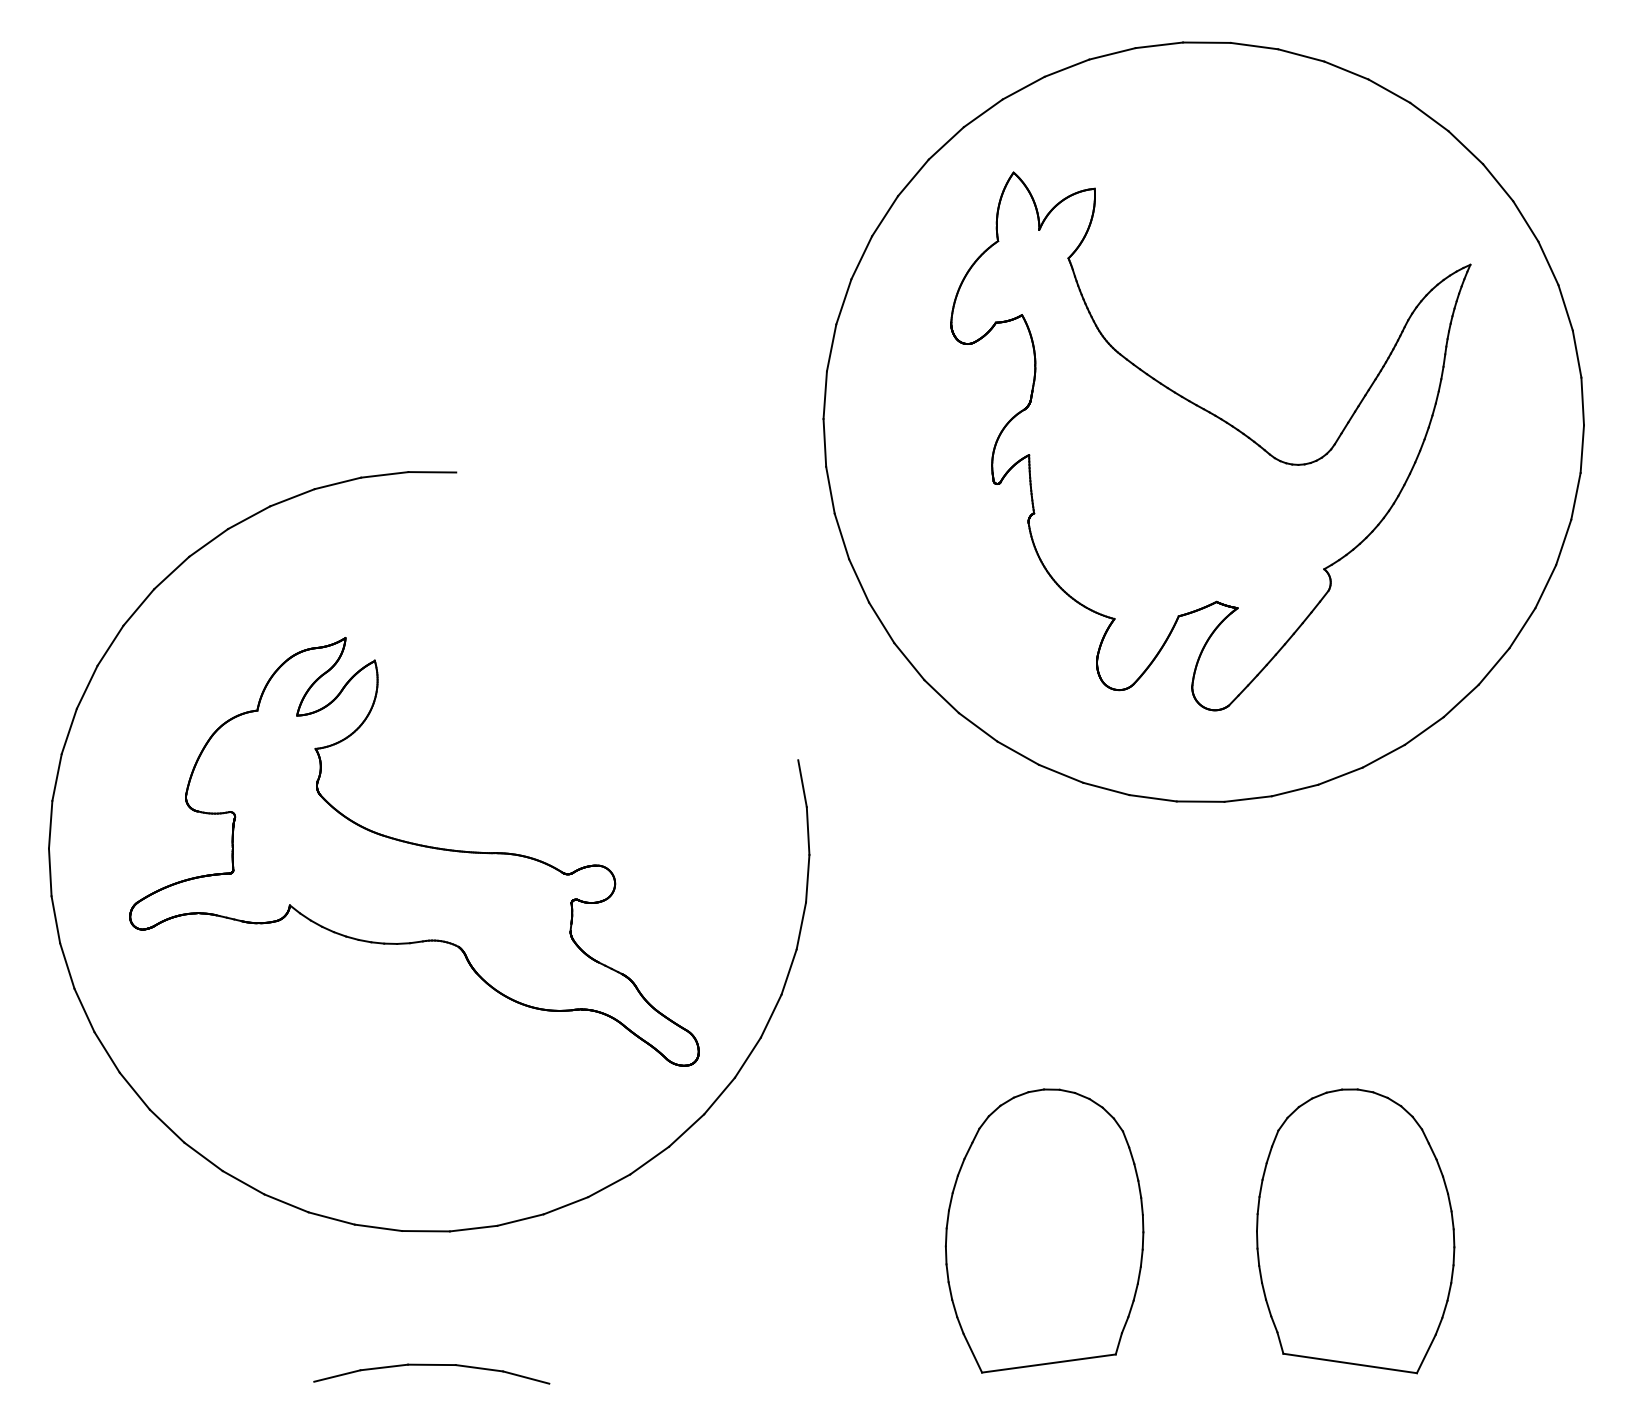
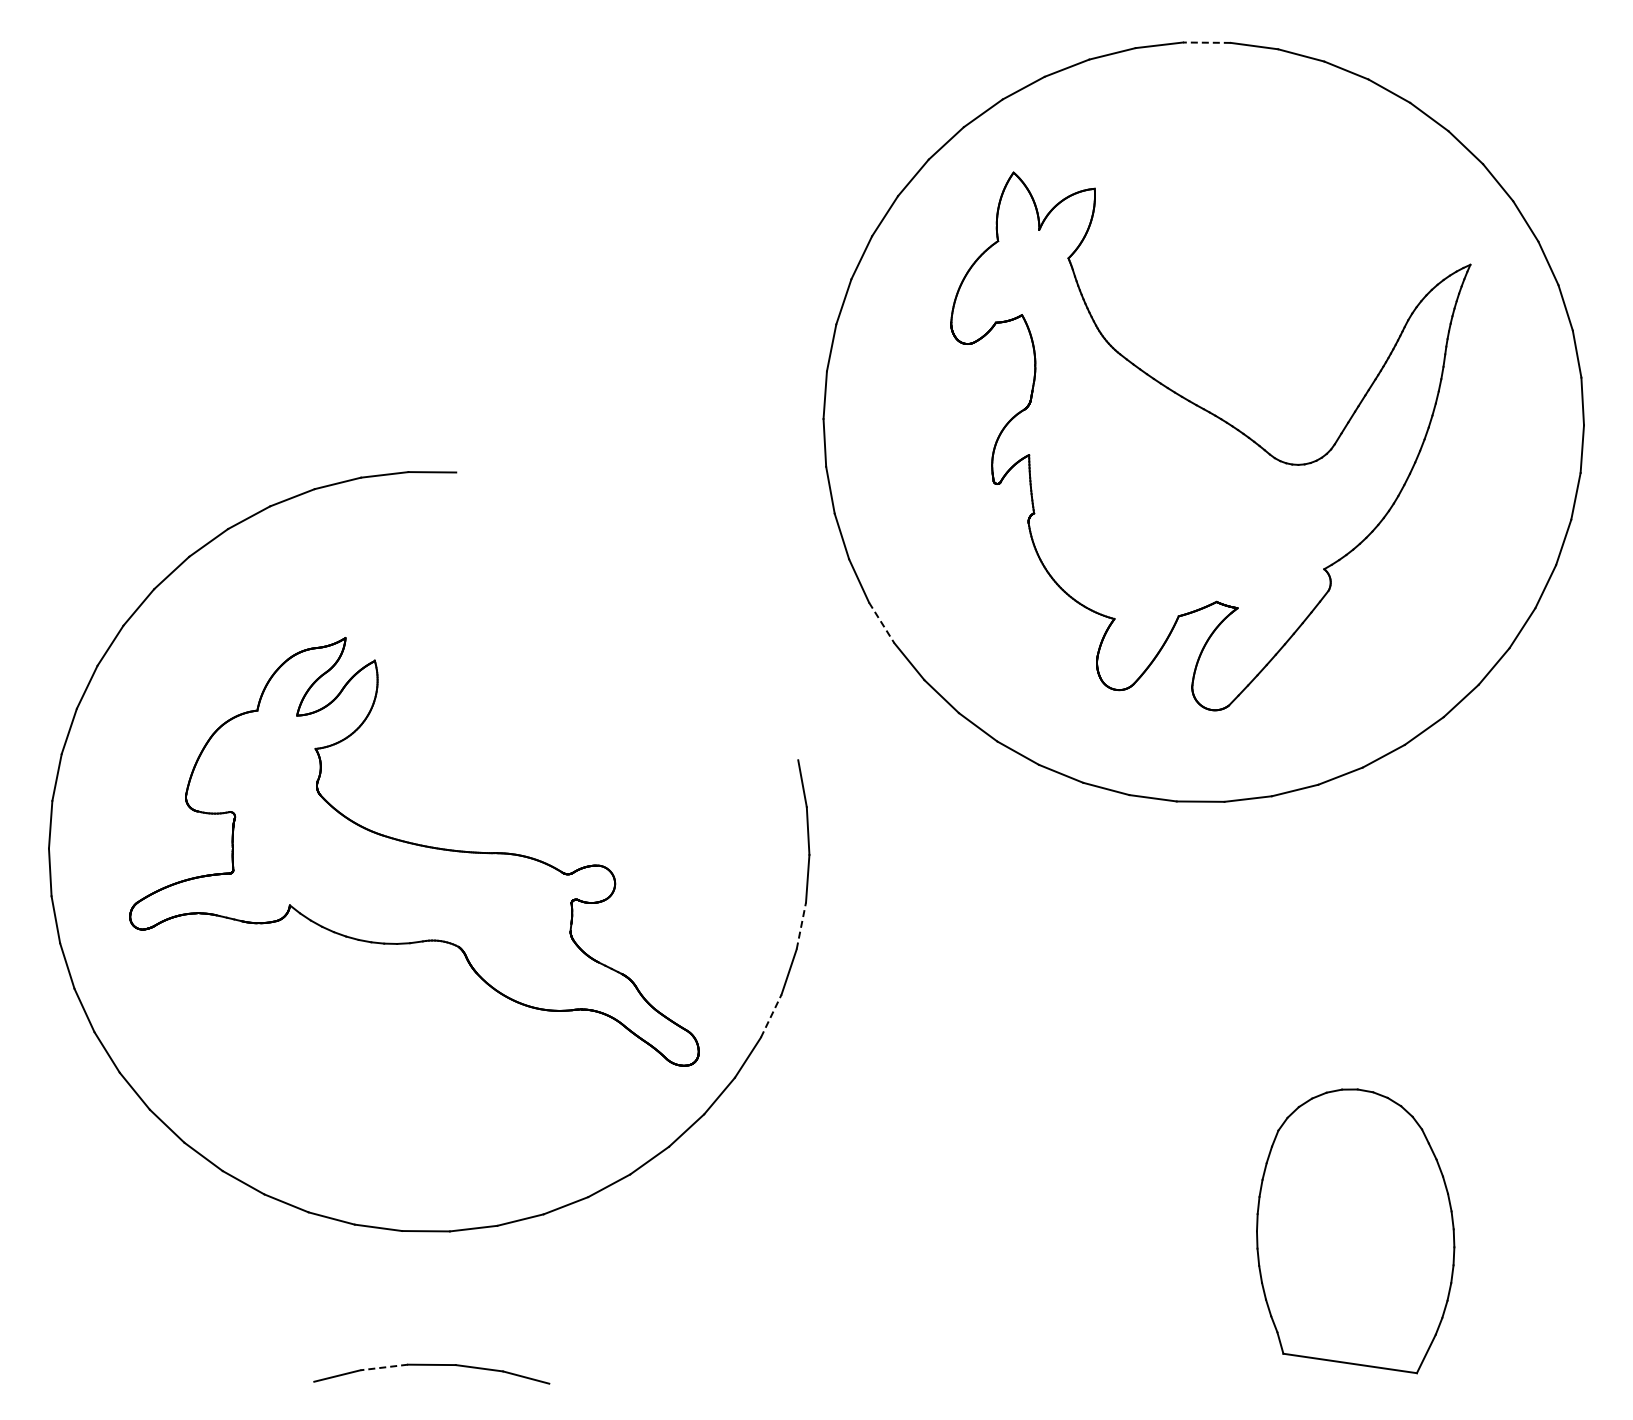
line at (1206, 42): solid -> dashed
line at (881, 622): solid -> dashed
line at (801, 925): solid -> dashed
line at (771, 1016): solid -> dashed
part at (1044, 1230): present -> none
line at (384, 1367): solid -> dashed
